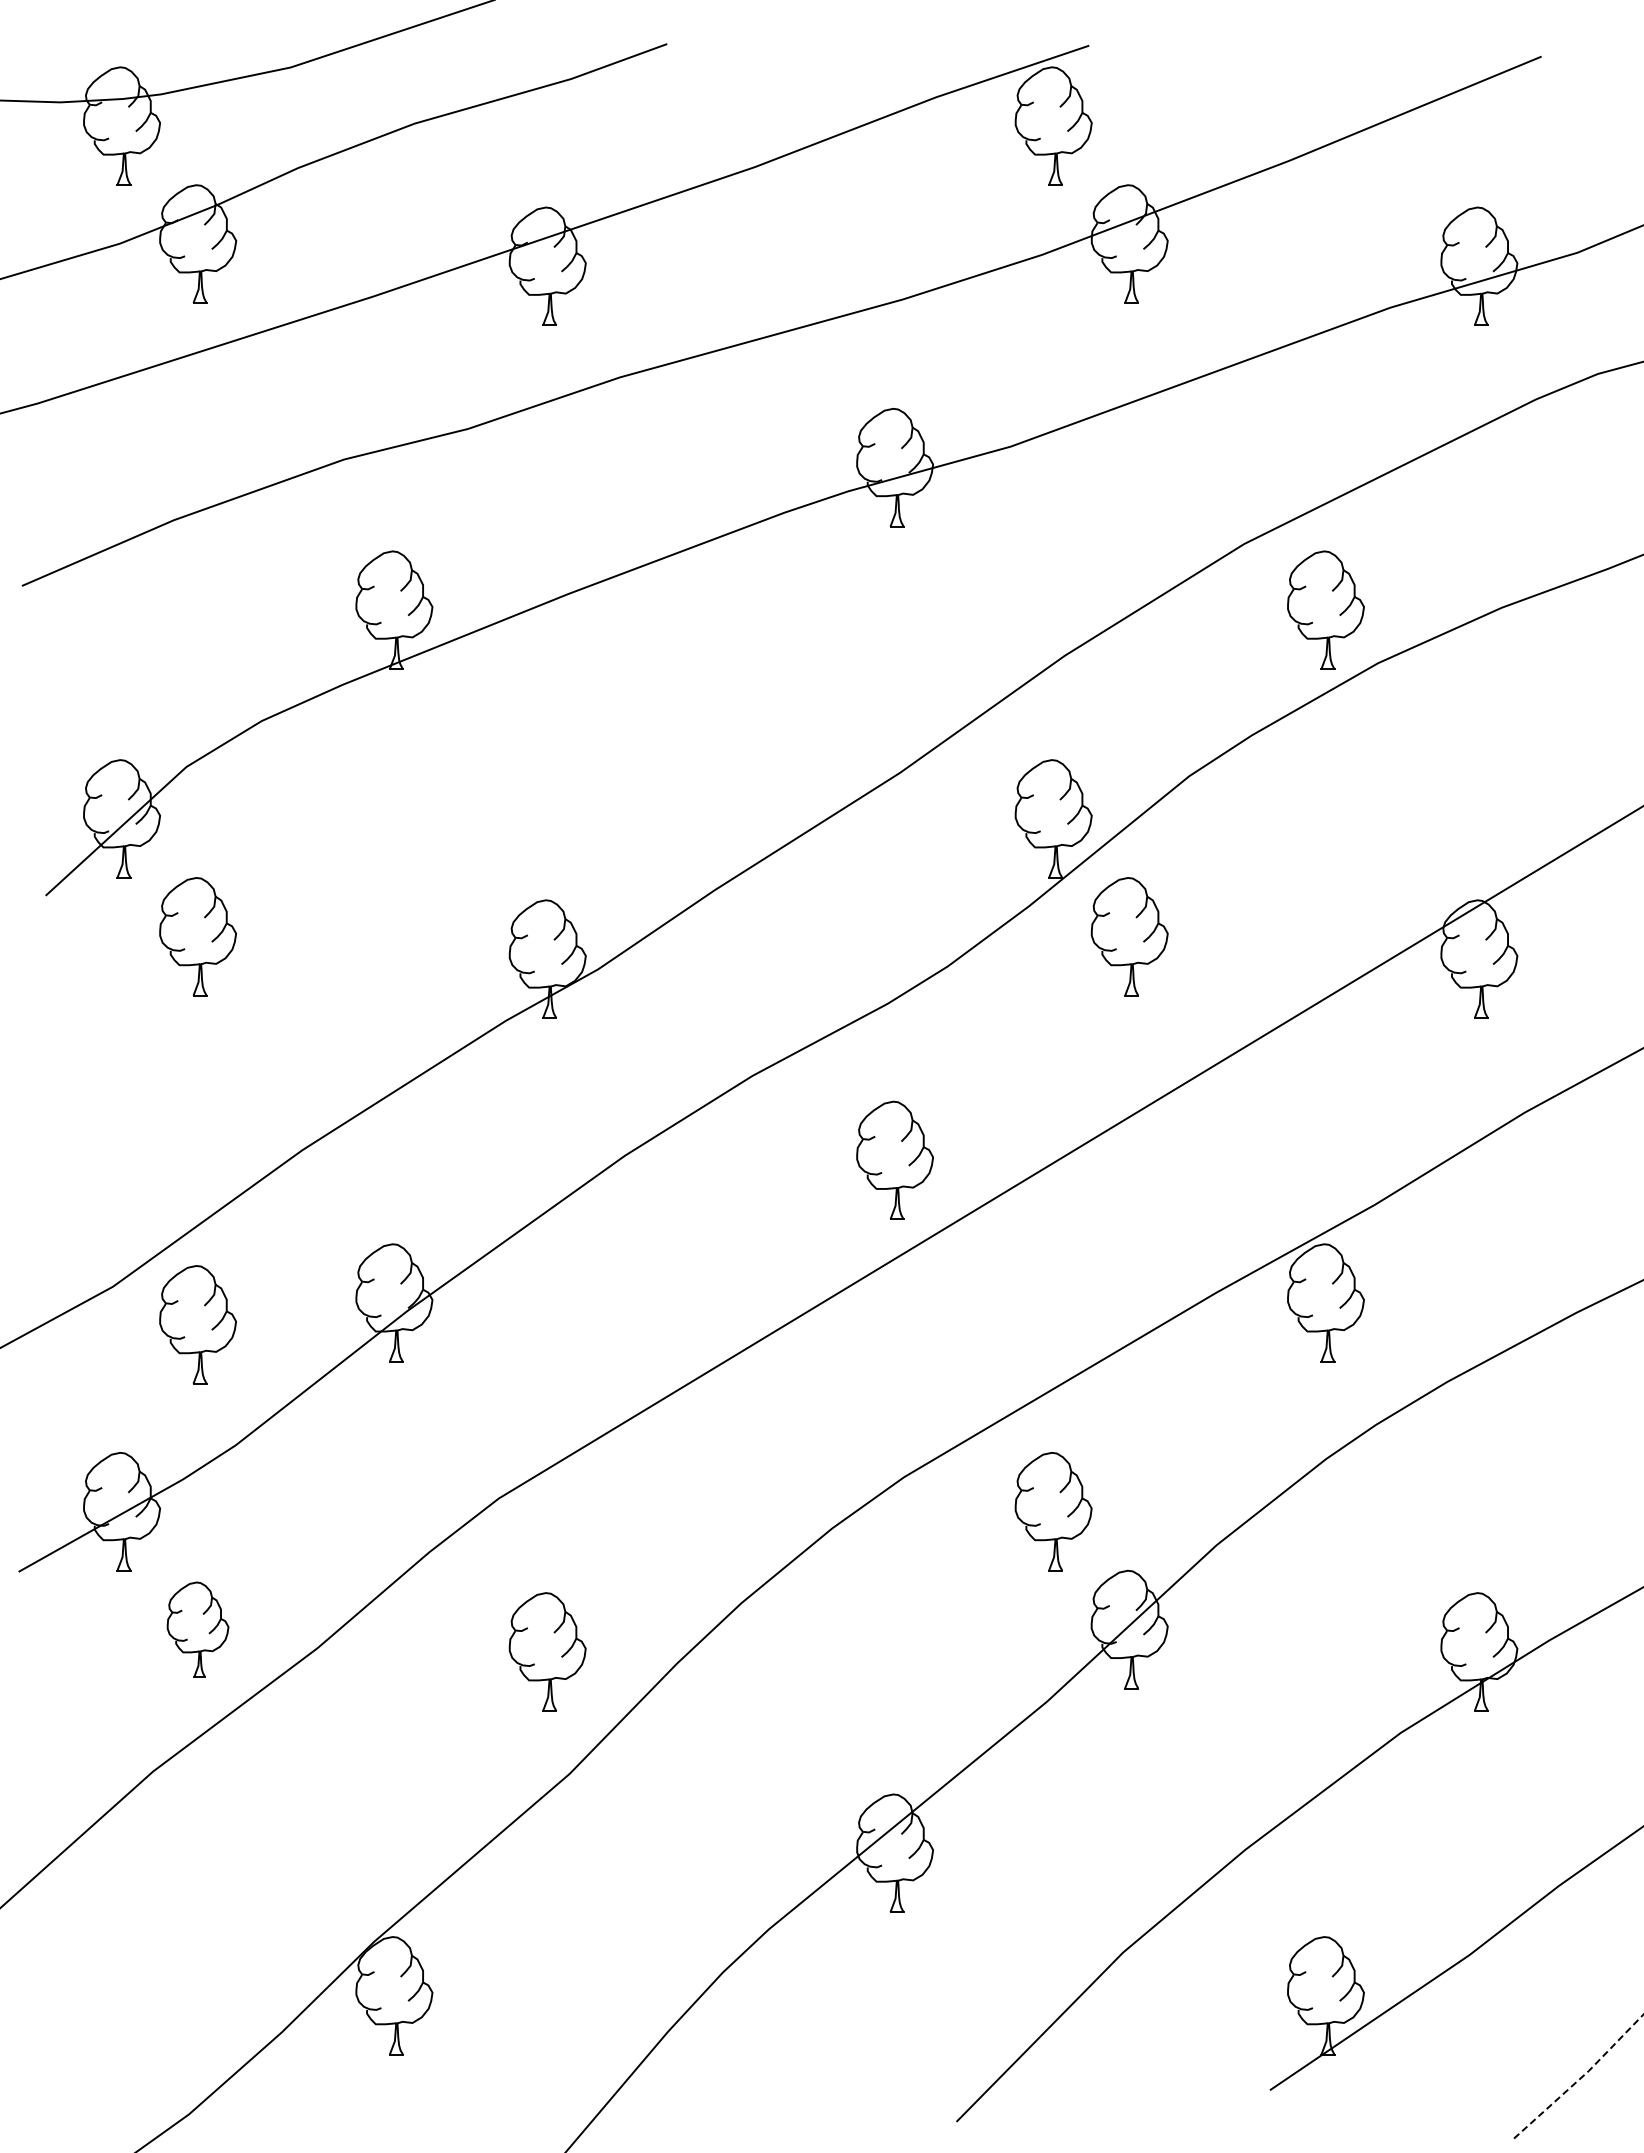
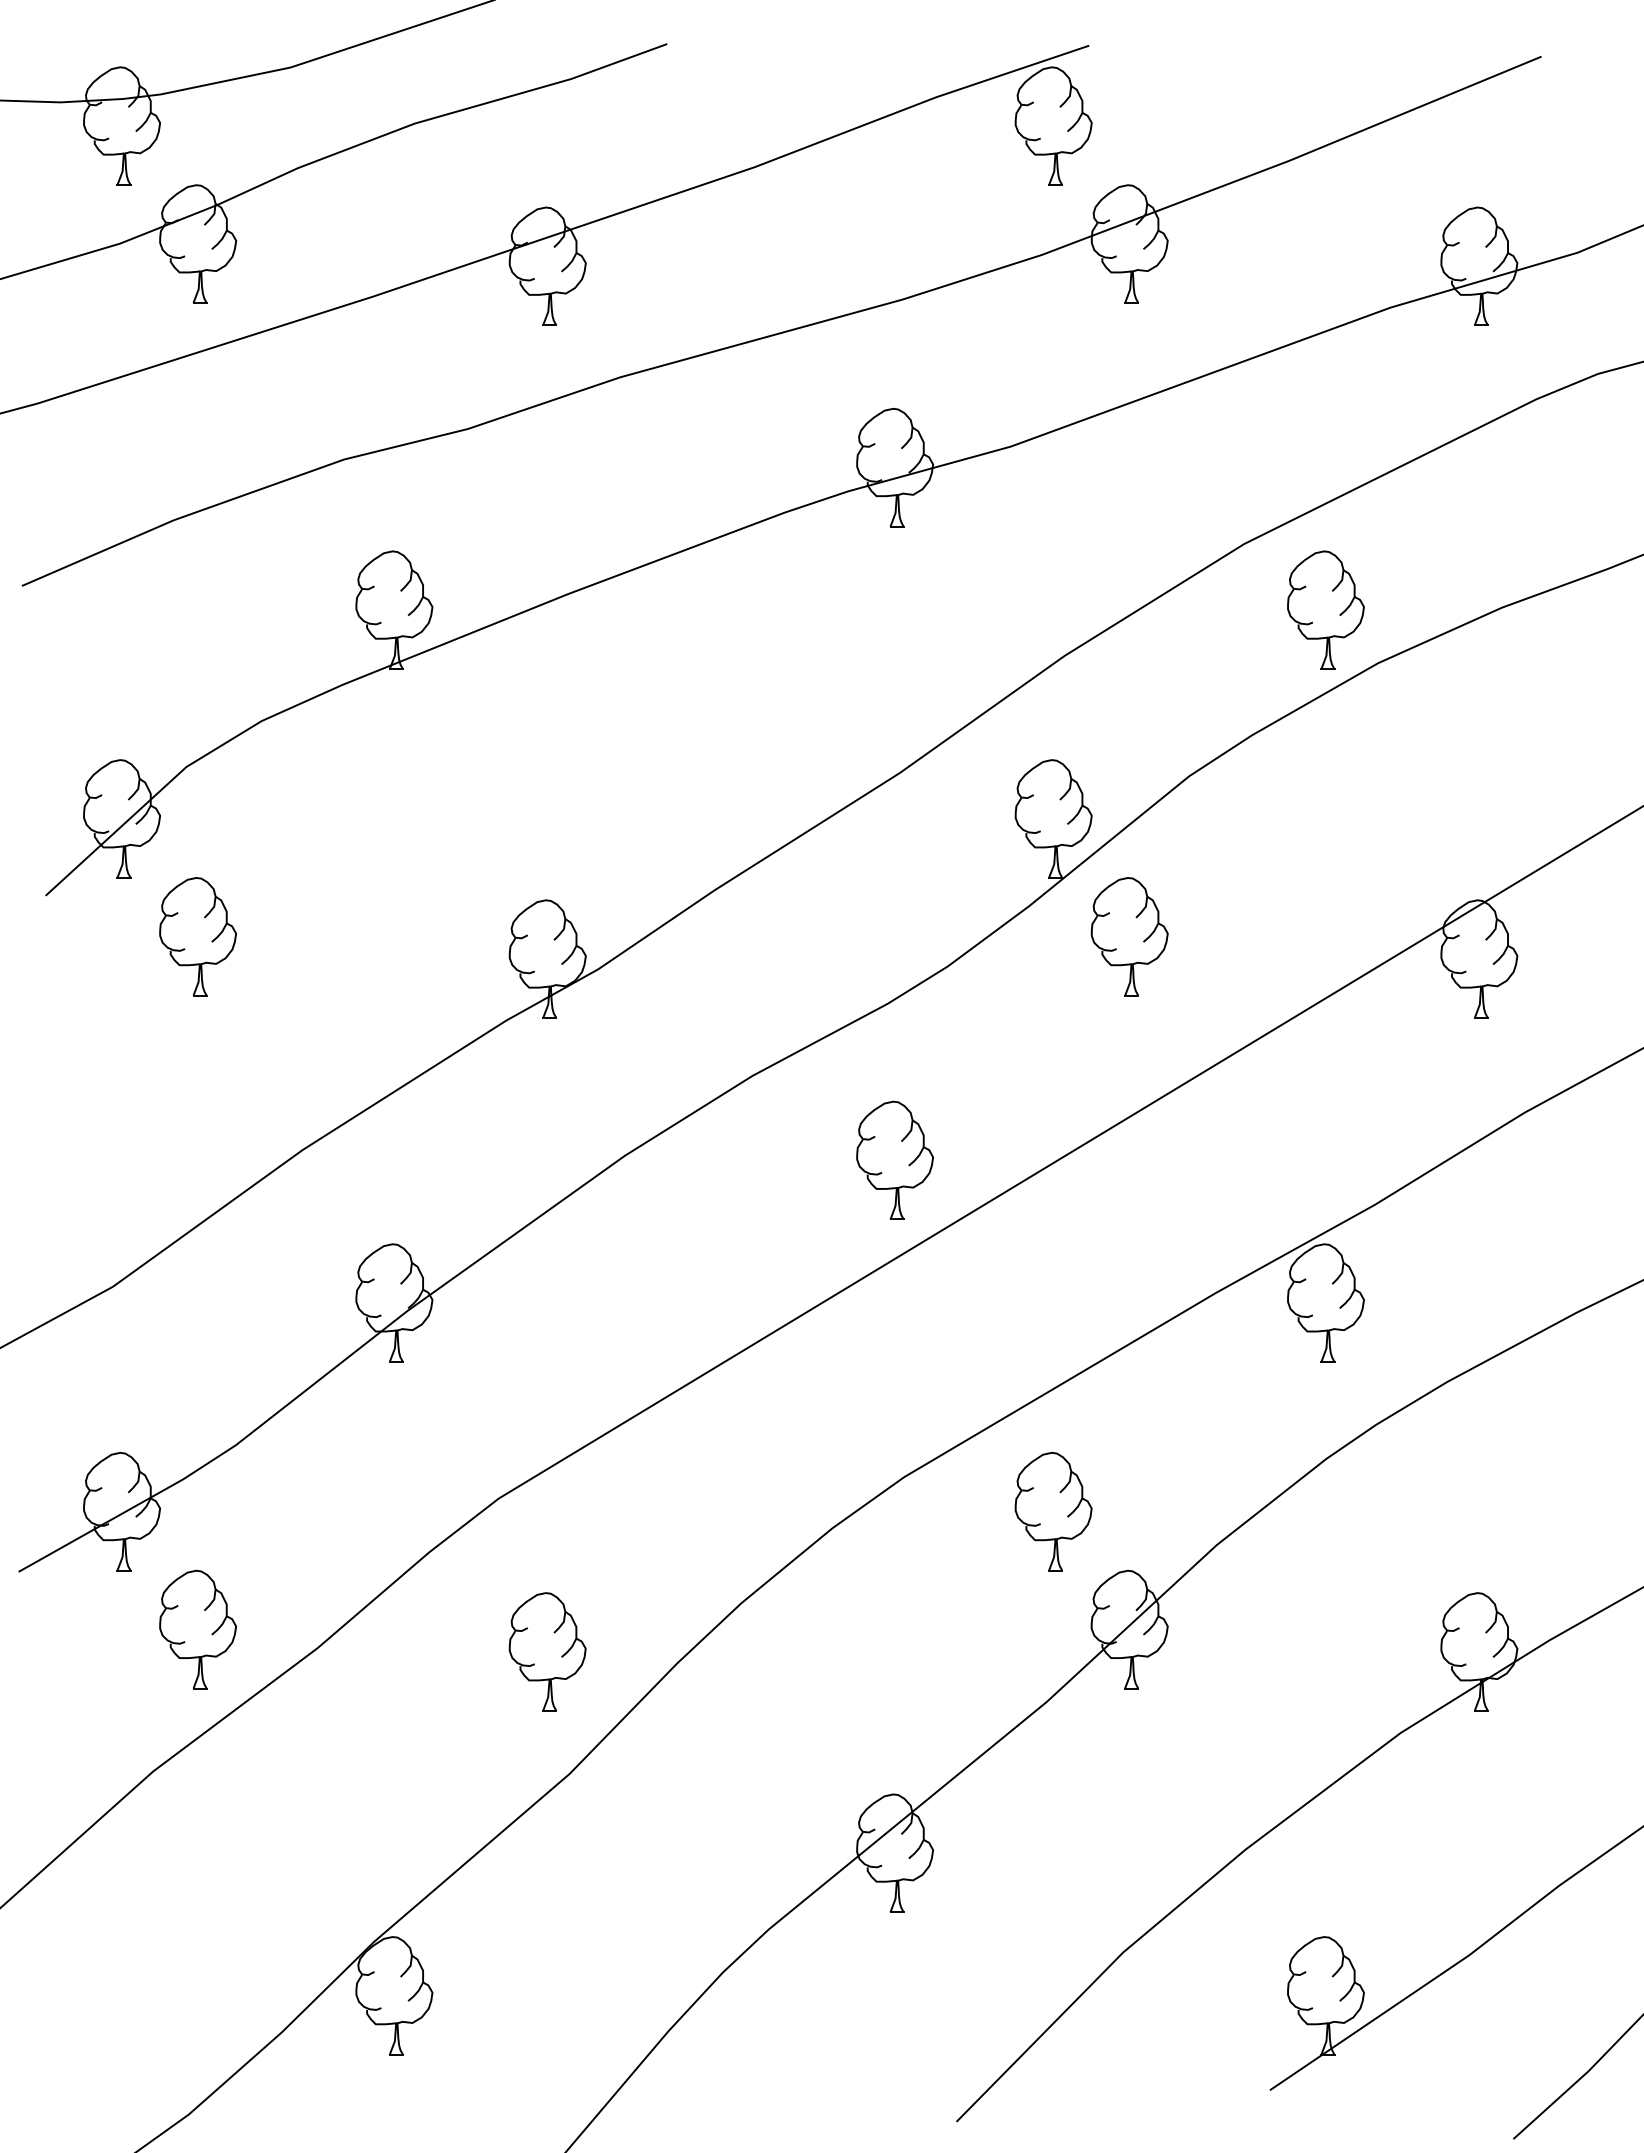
part at (197, 1324): present -> none
part at (197, 1629) size: 64x97 px -> 78x121 px
line at (1580, 2078): dashed -> solid
